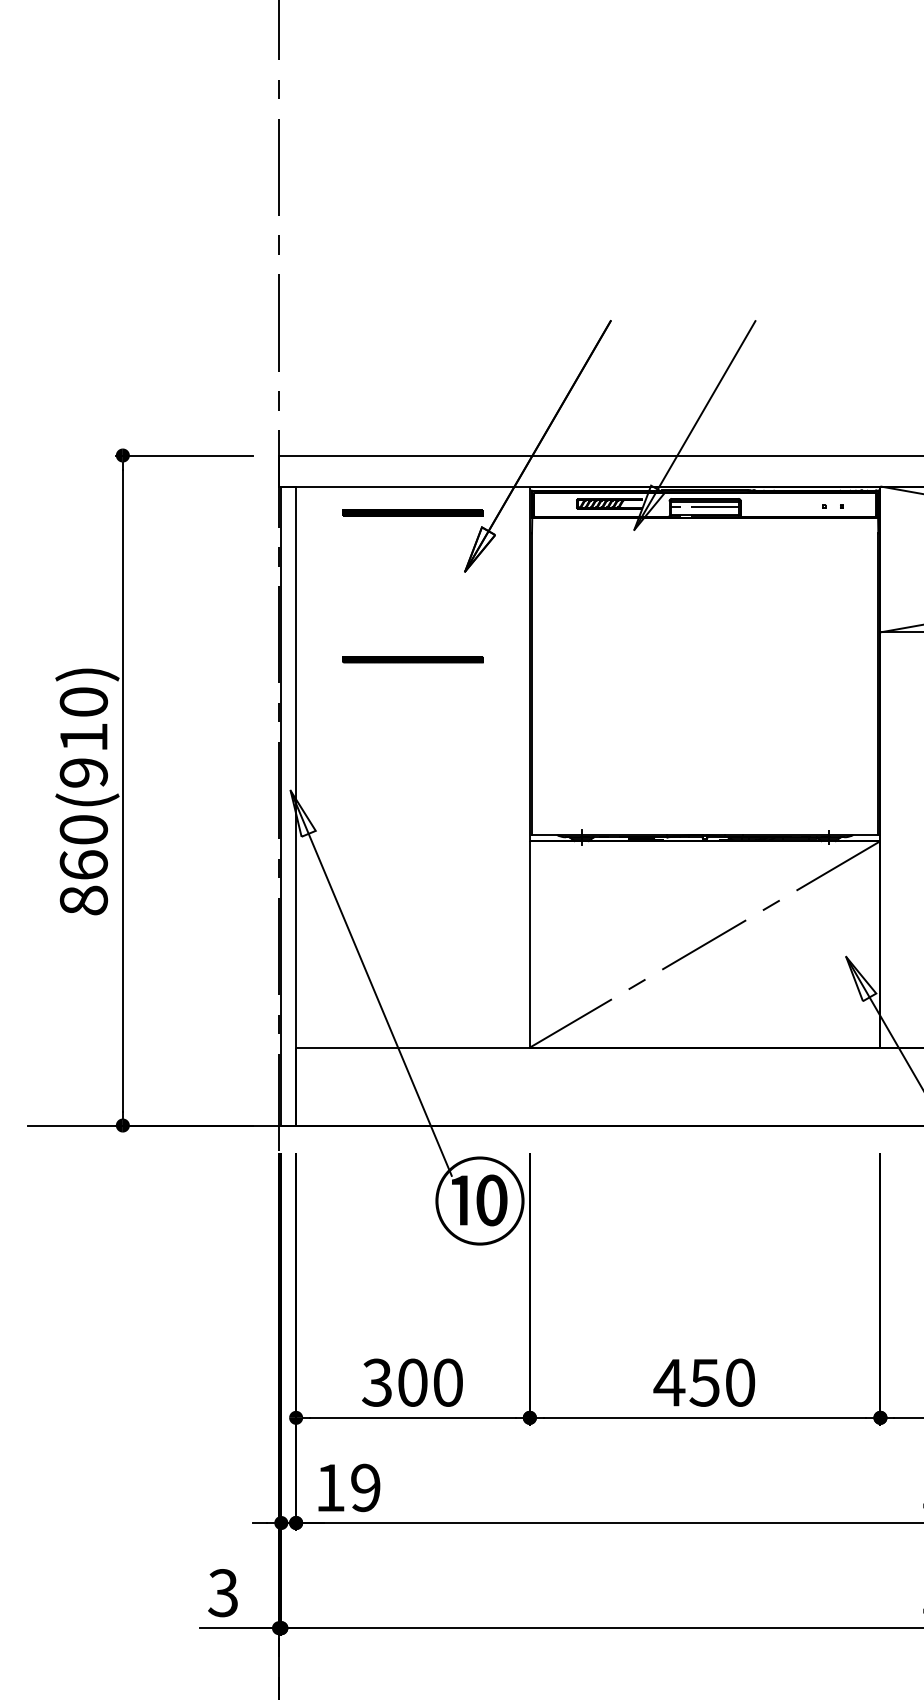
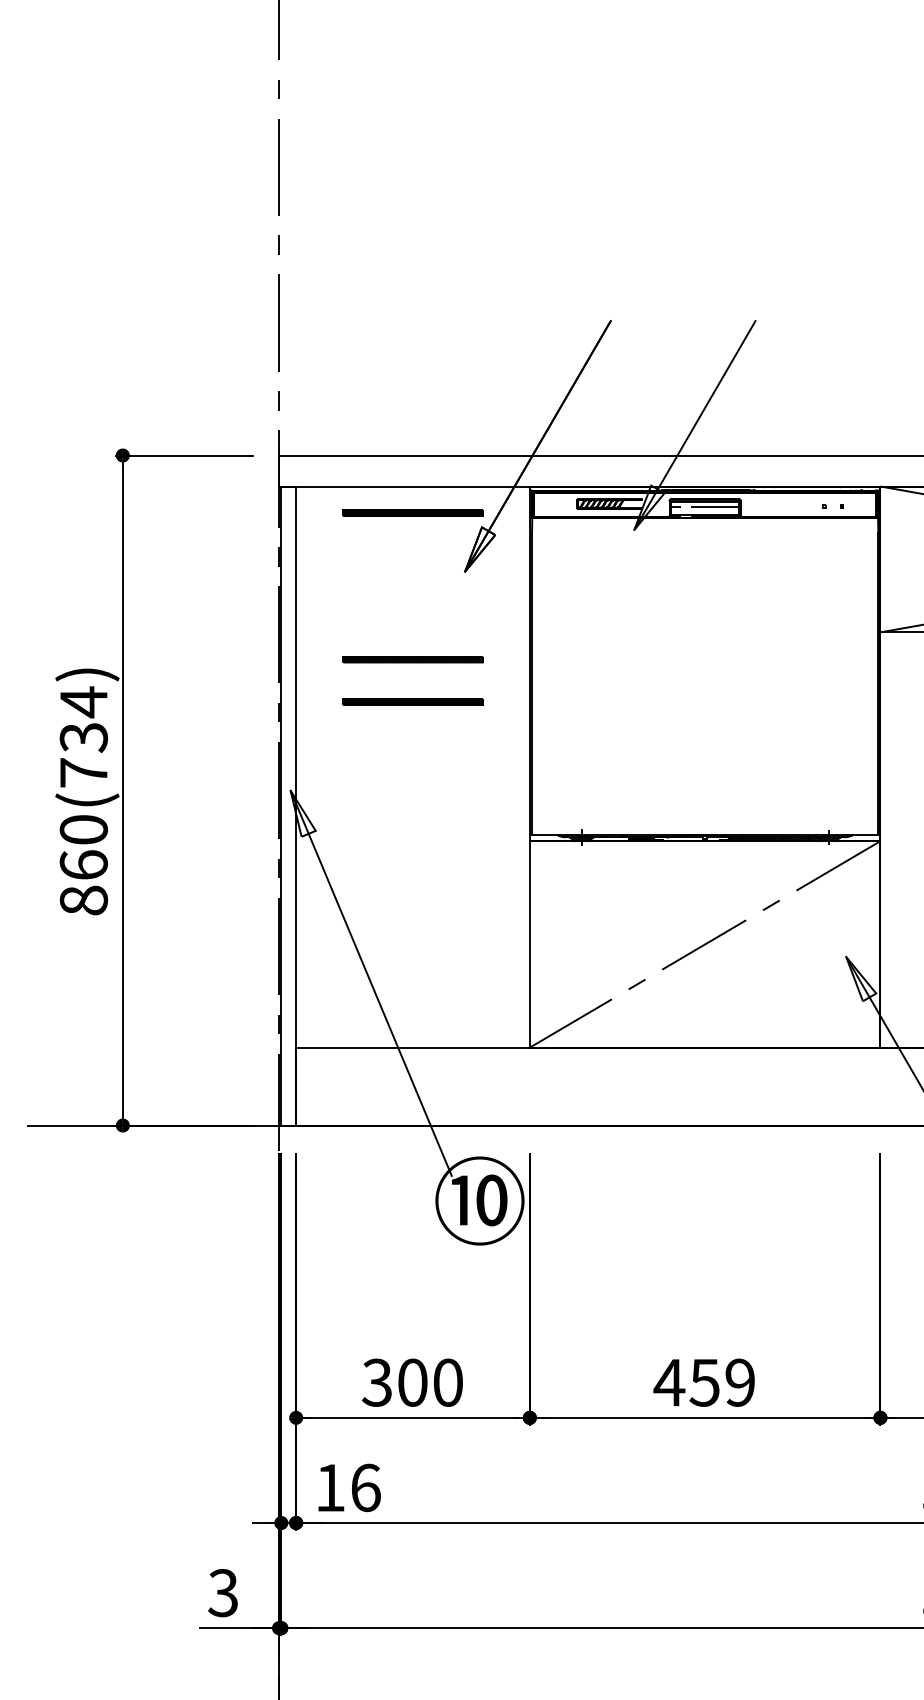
part at (412, 701): none -> present
text at (83, 736): 860(910) -> 860(734)
text at (740, 1382): 450 -> 459
text at (365, 1487): 19 -> 16
